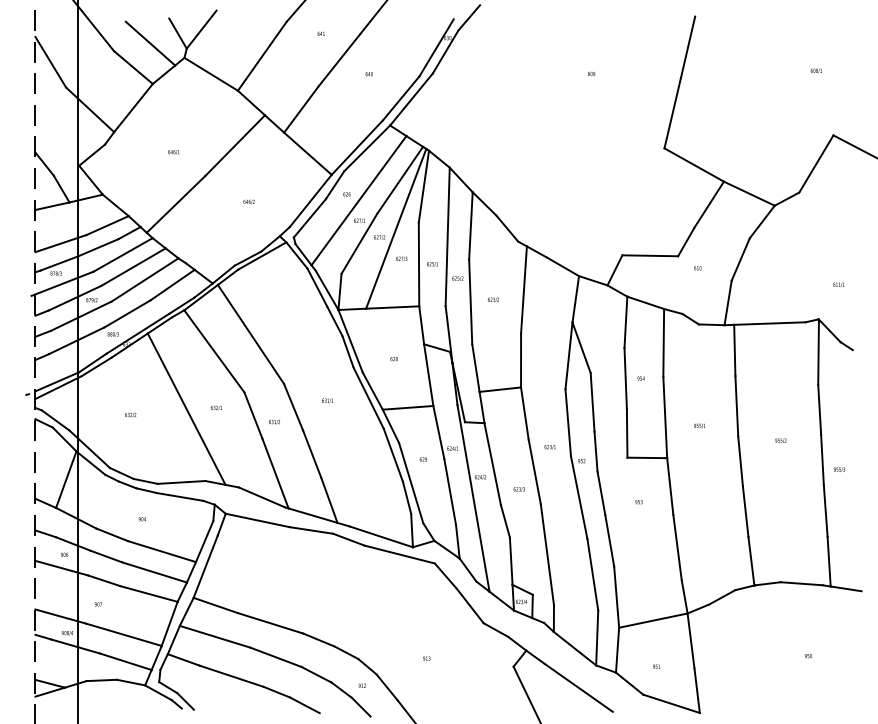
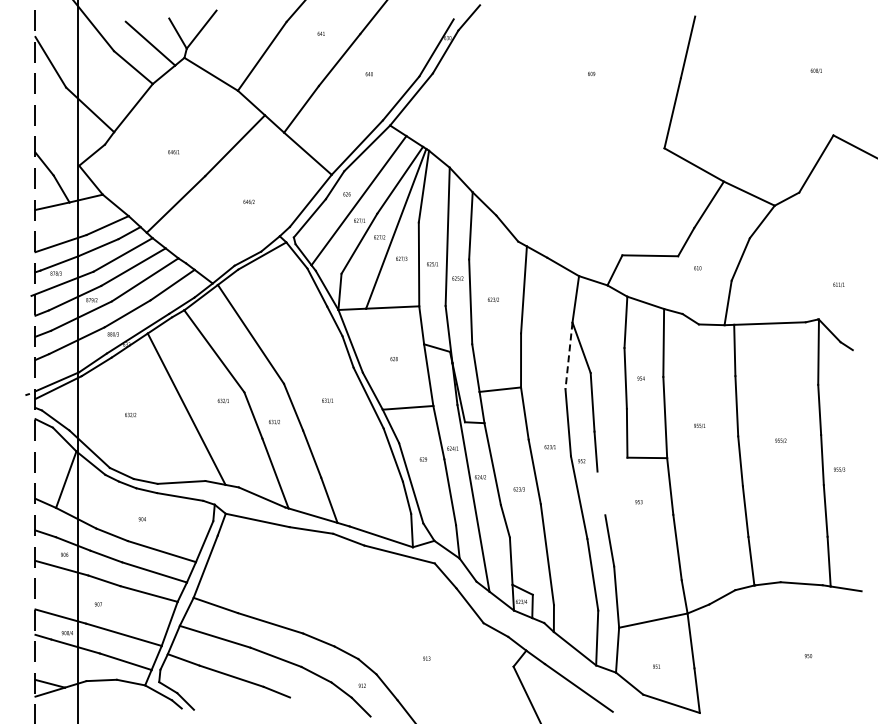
line at (569, 355): solid -> dashed
text at (215, 407) position: (215, 407) -> (222, 400)
line at (601, 493): present -> none
line at (304, 705): present -> none
